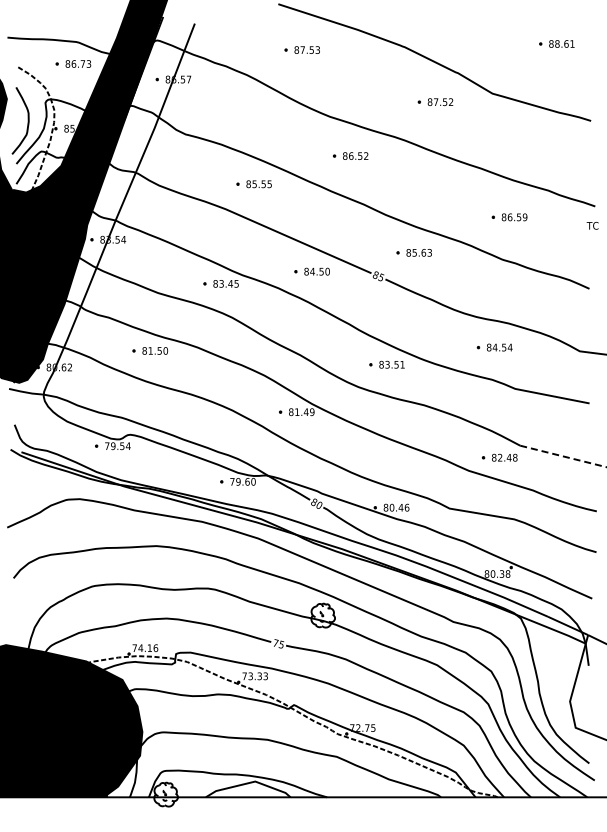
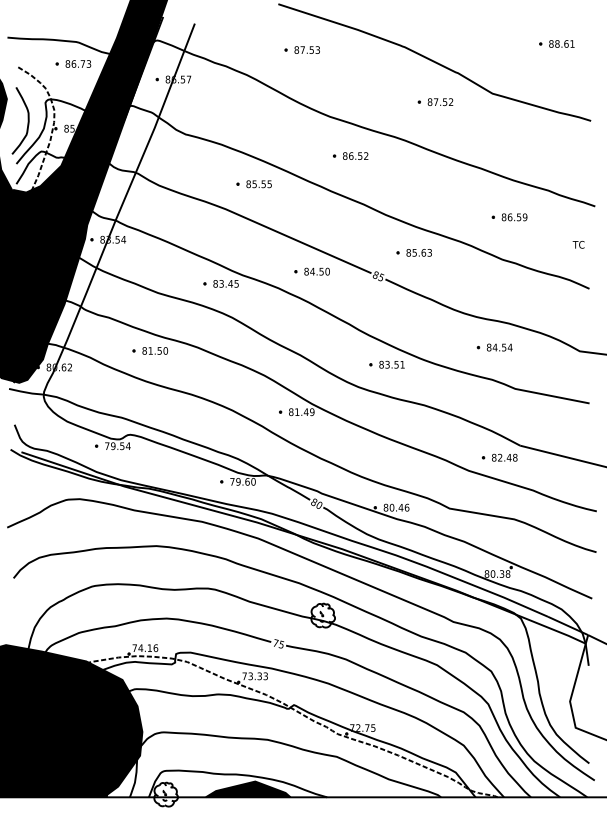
text at (592, 225) position: (592, 225) -> (578, 244)
line at (563, 456): dashed -> solid
fill at (247, 789): none -> present
